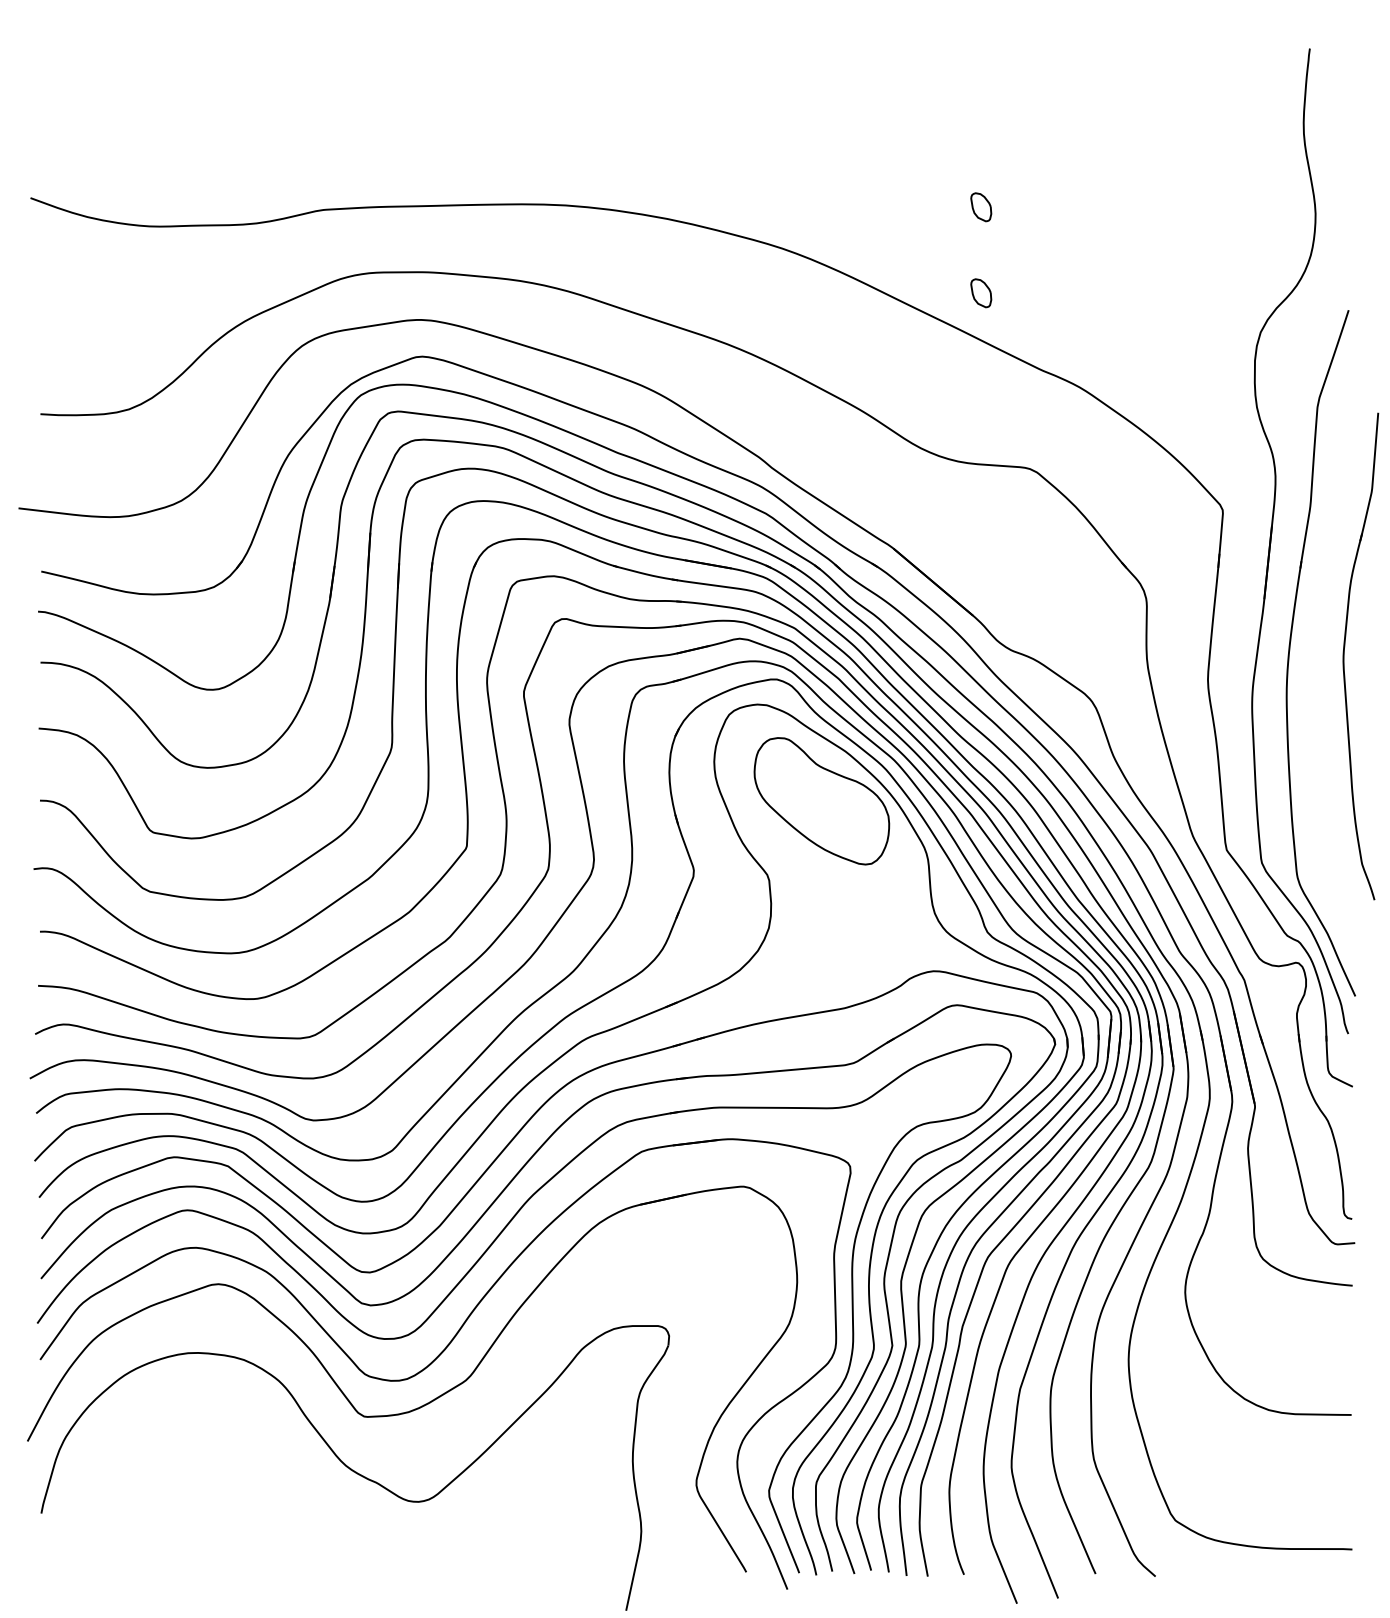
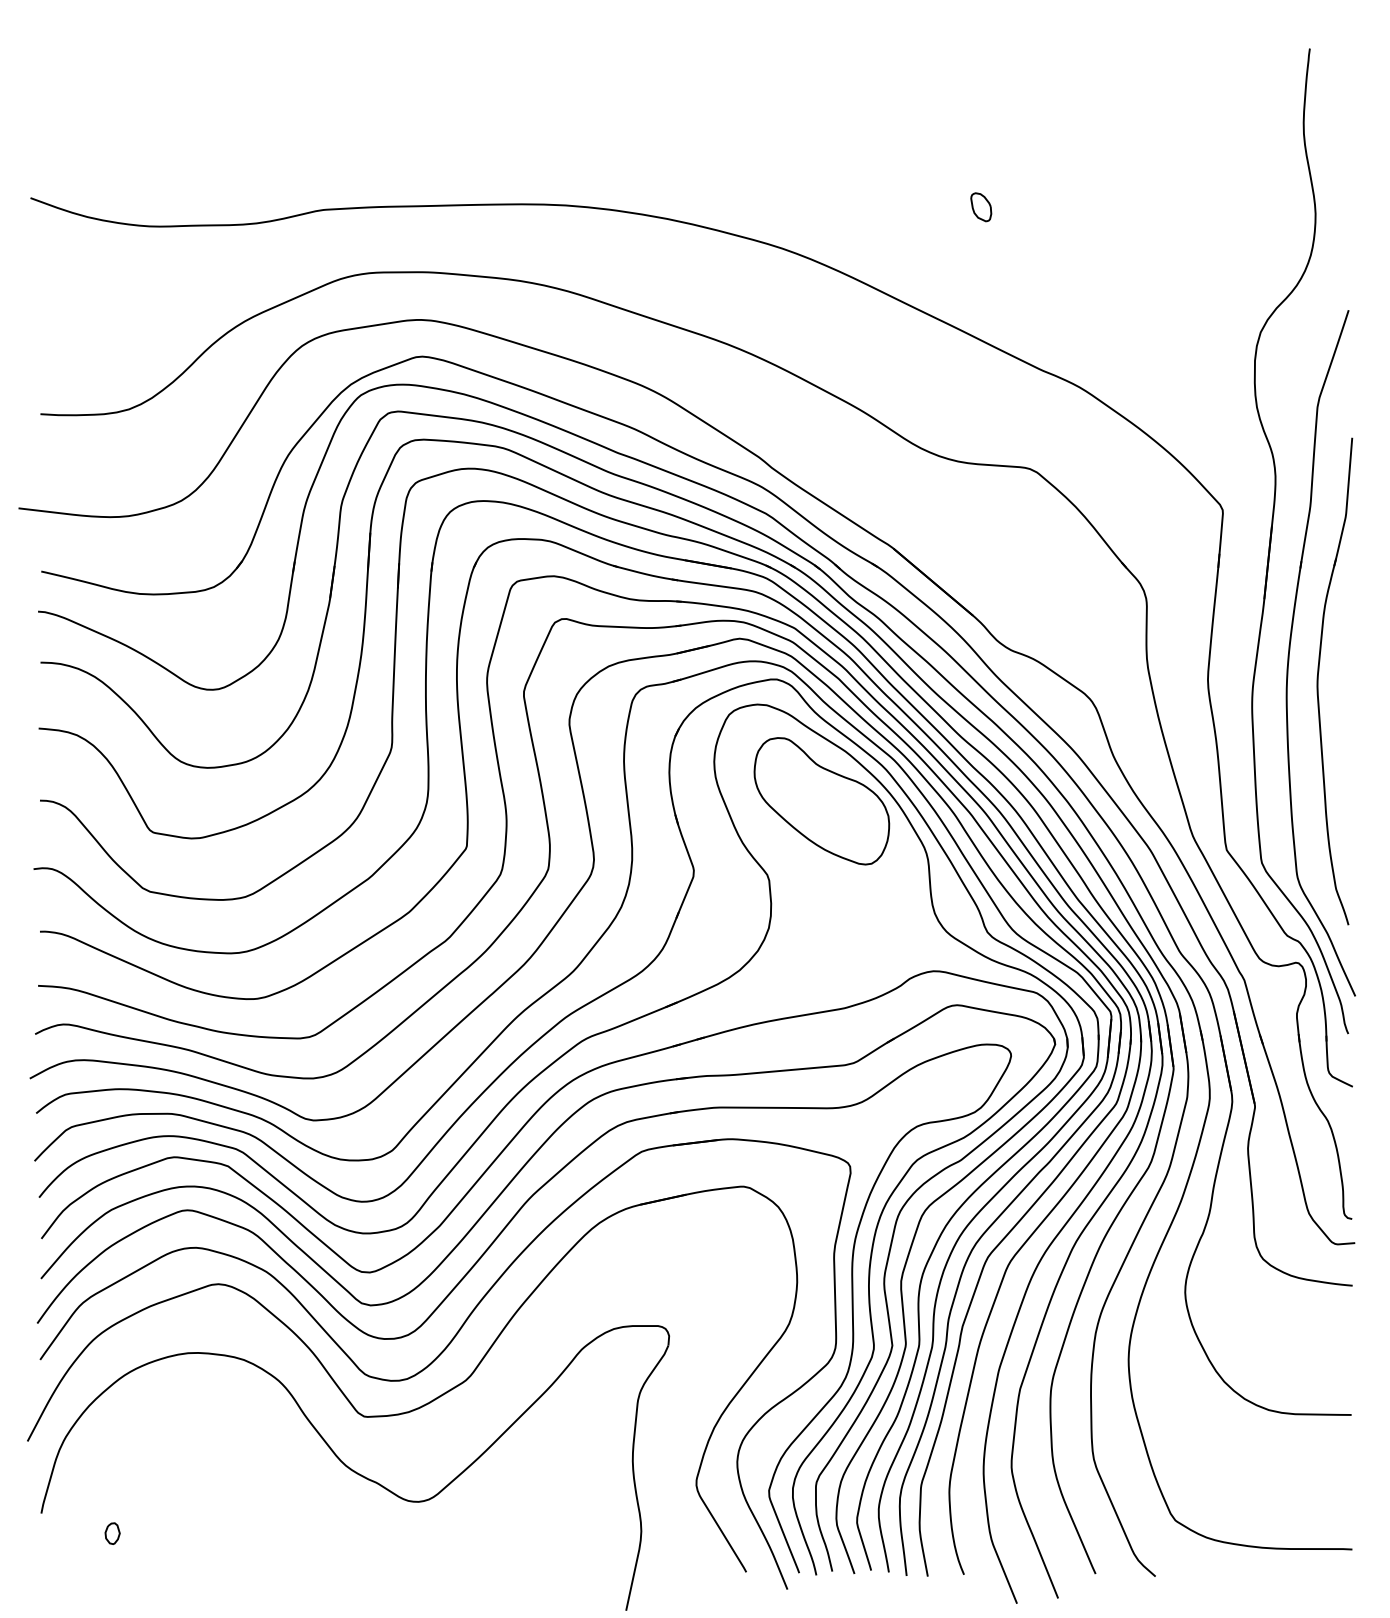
part at (981, 293): present -> none
part at (1344, 656) position: (1344, 656) -> (1318, 681)
part at (112, 1533): none -> present
